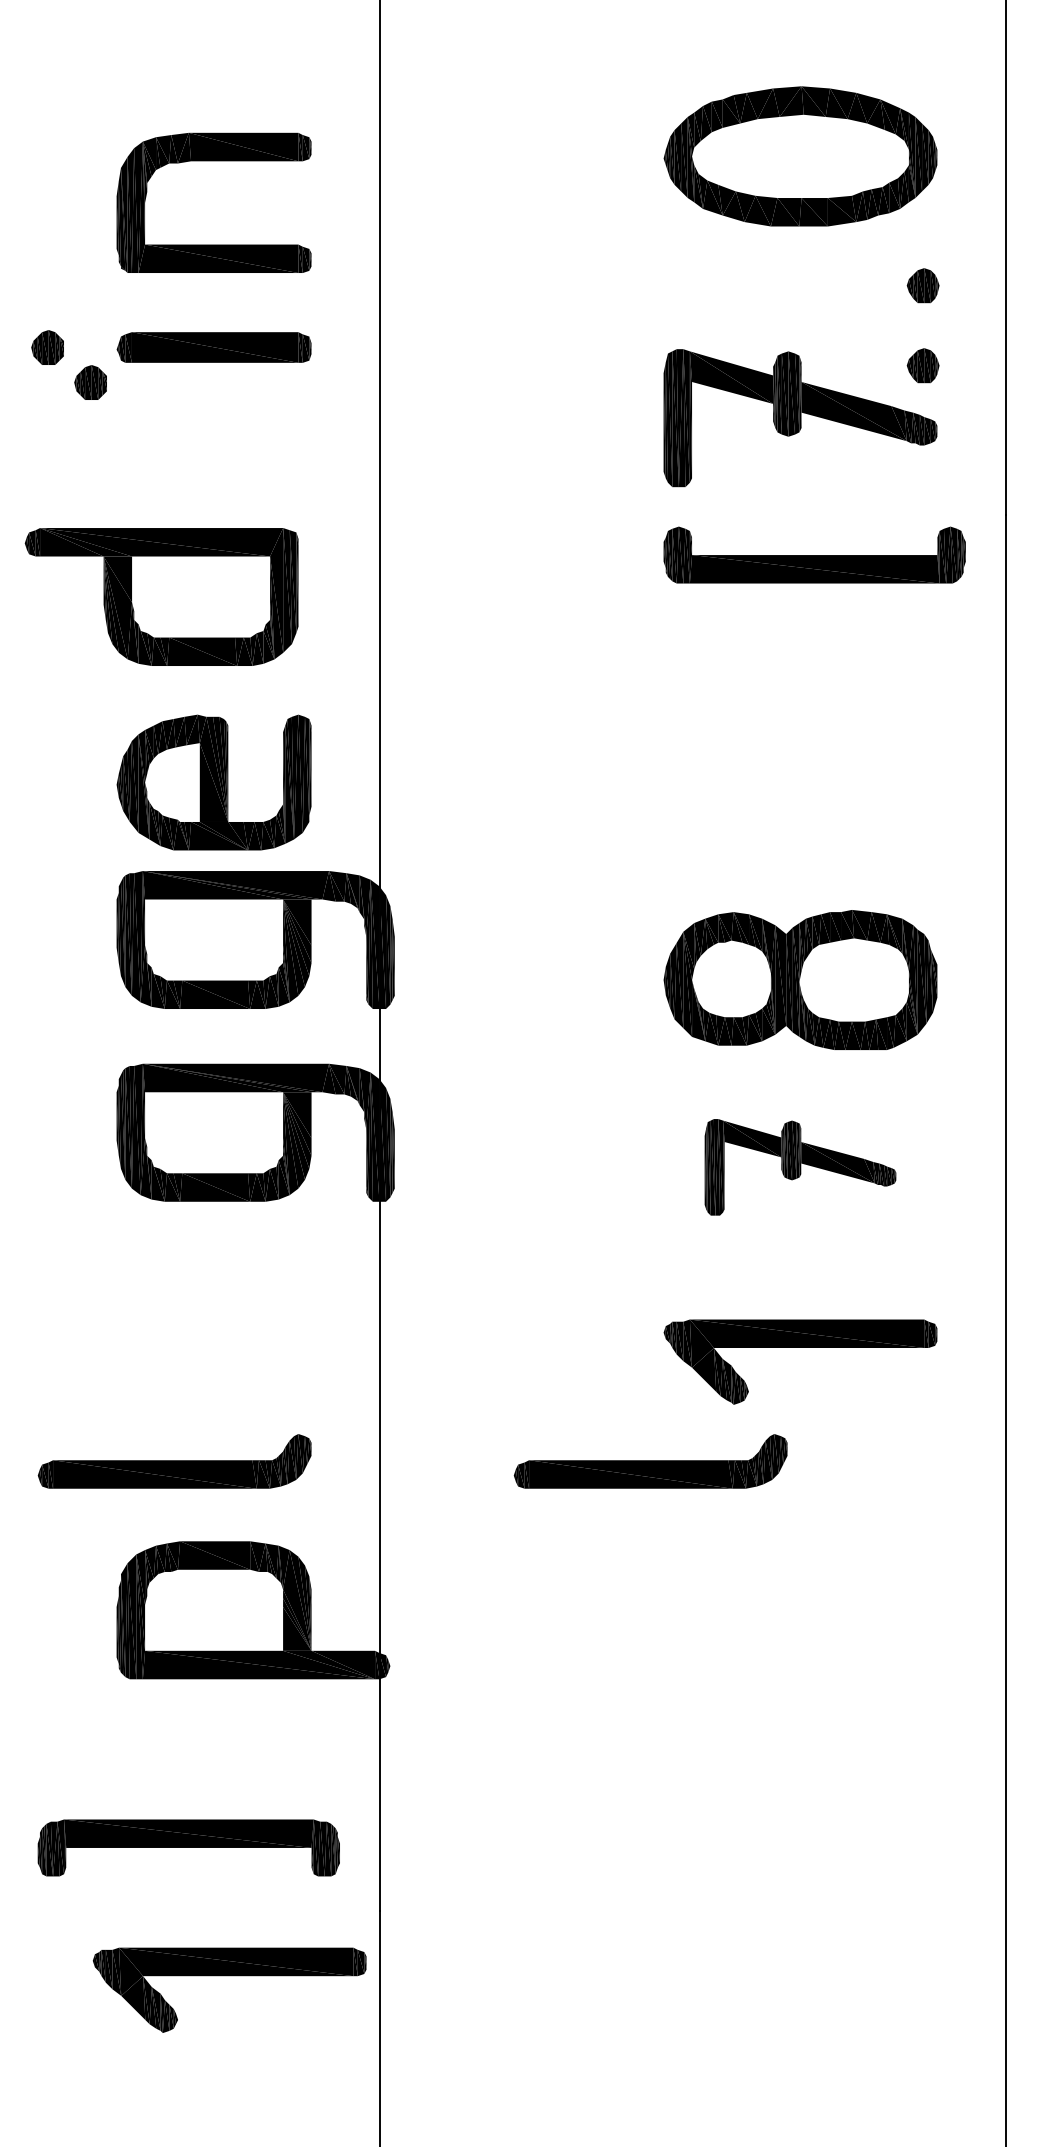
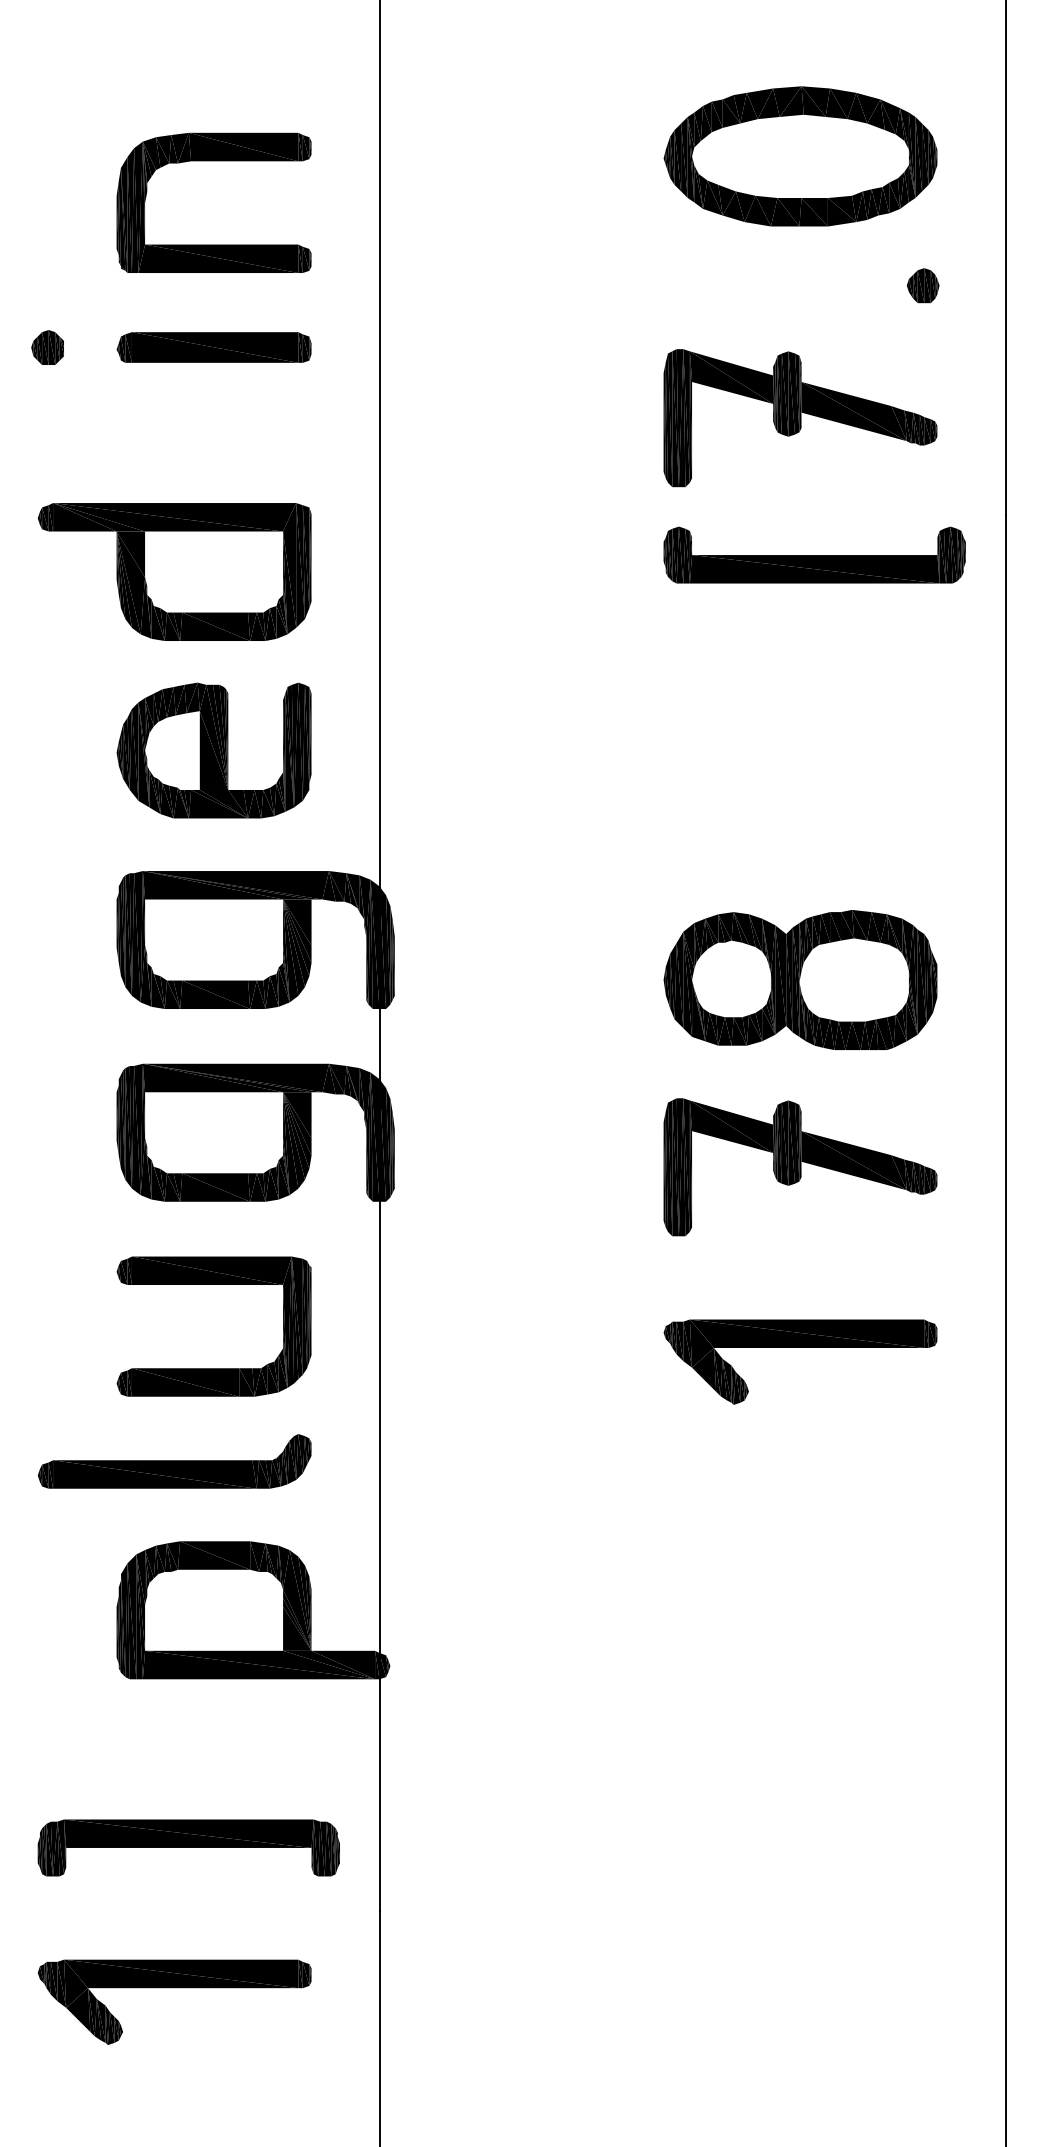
part at (922, 365): present -> none
part at (90, 382): present -> none
part at (161, 596) position: (161, 596) -> (174, 571)
part at (213, 782) position: (213, 782) -> (213, 750)
part at (800, 1167) size: 193x97 px -> 275x139 px
part at (213, 1284): none -> present
part at (650, 1461): present -> none
part at (229, 1976) position: (229, 1976) -> (174, 1988)
